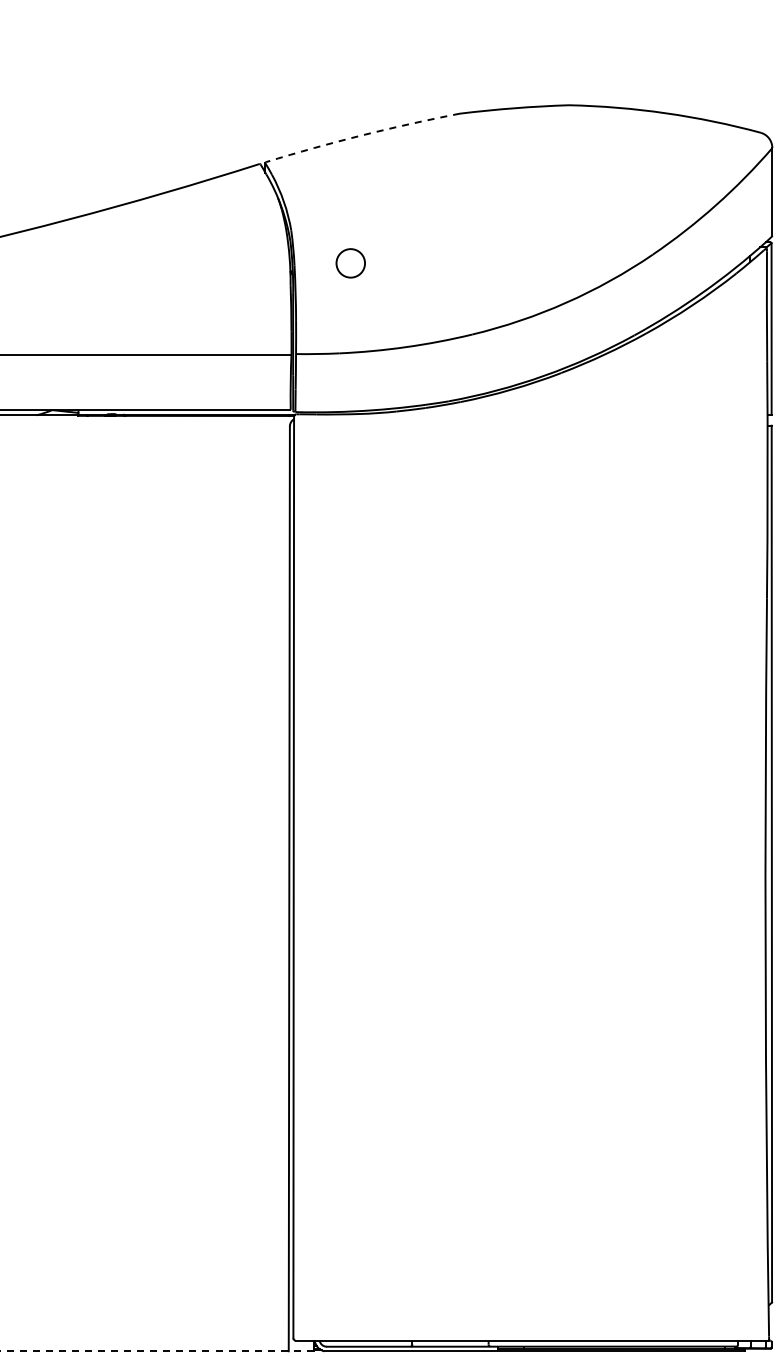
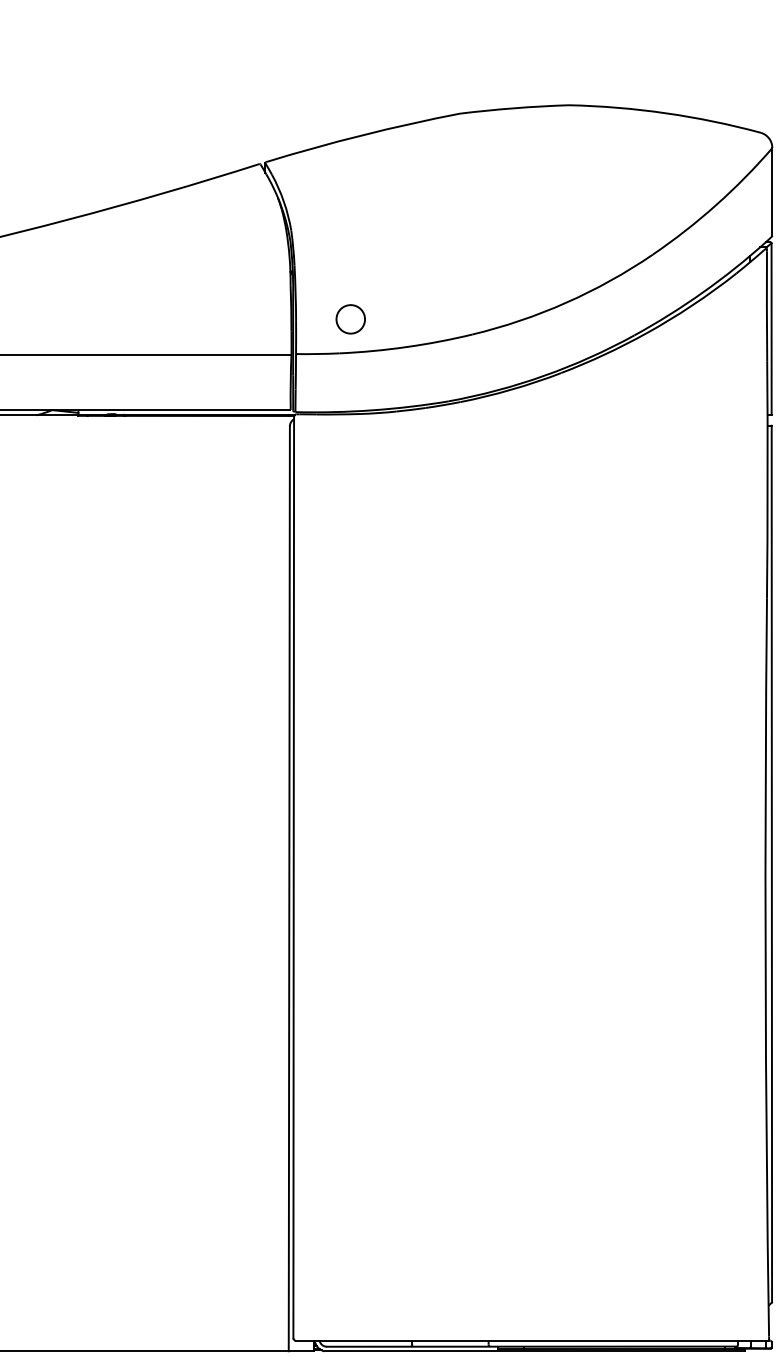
arc at (362, 135): dashed -> solid
circle at (350, 263) position: (350, 263) -> (350, 319)
line at (156, 1351): dashed -> solid
